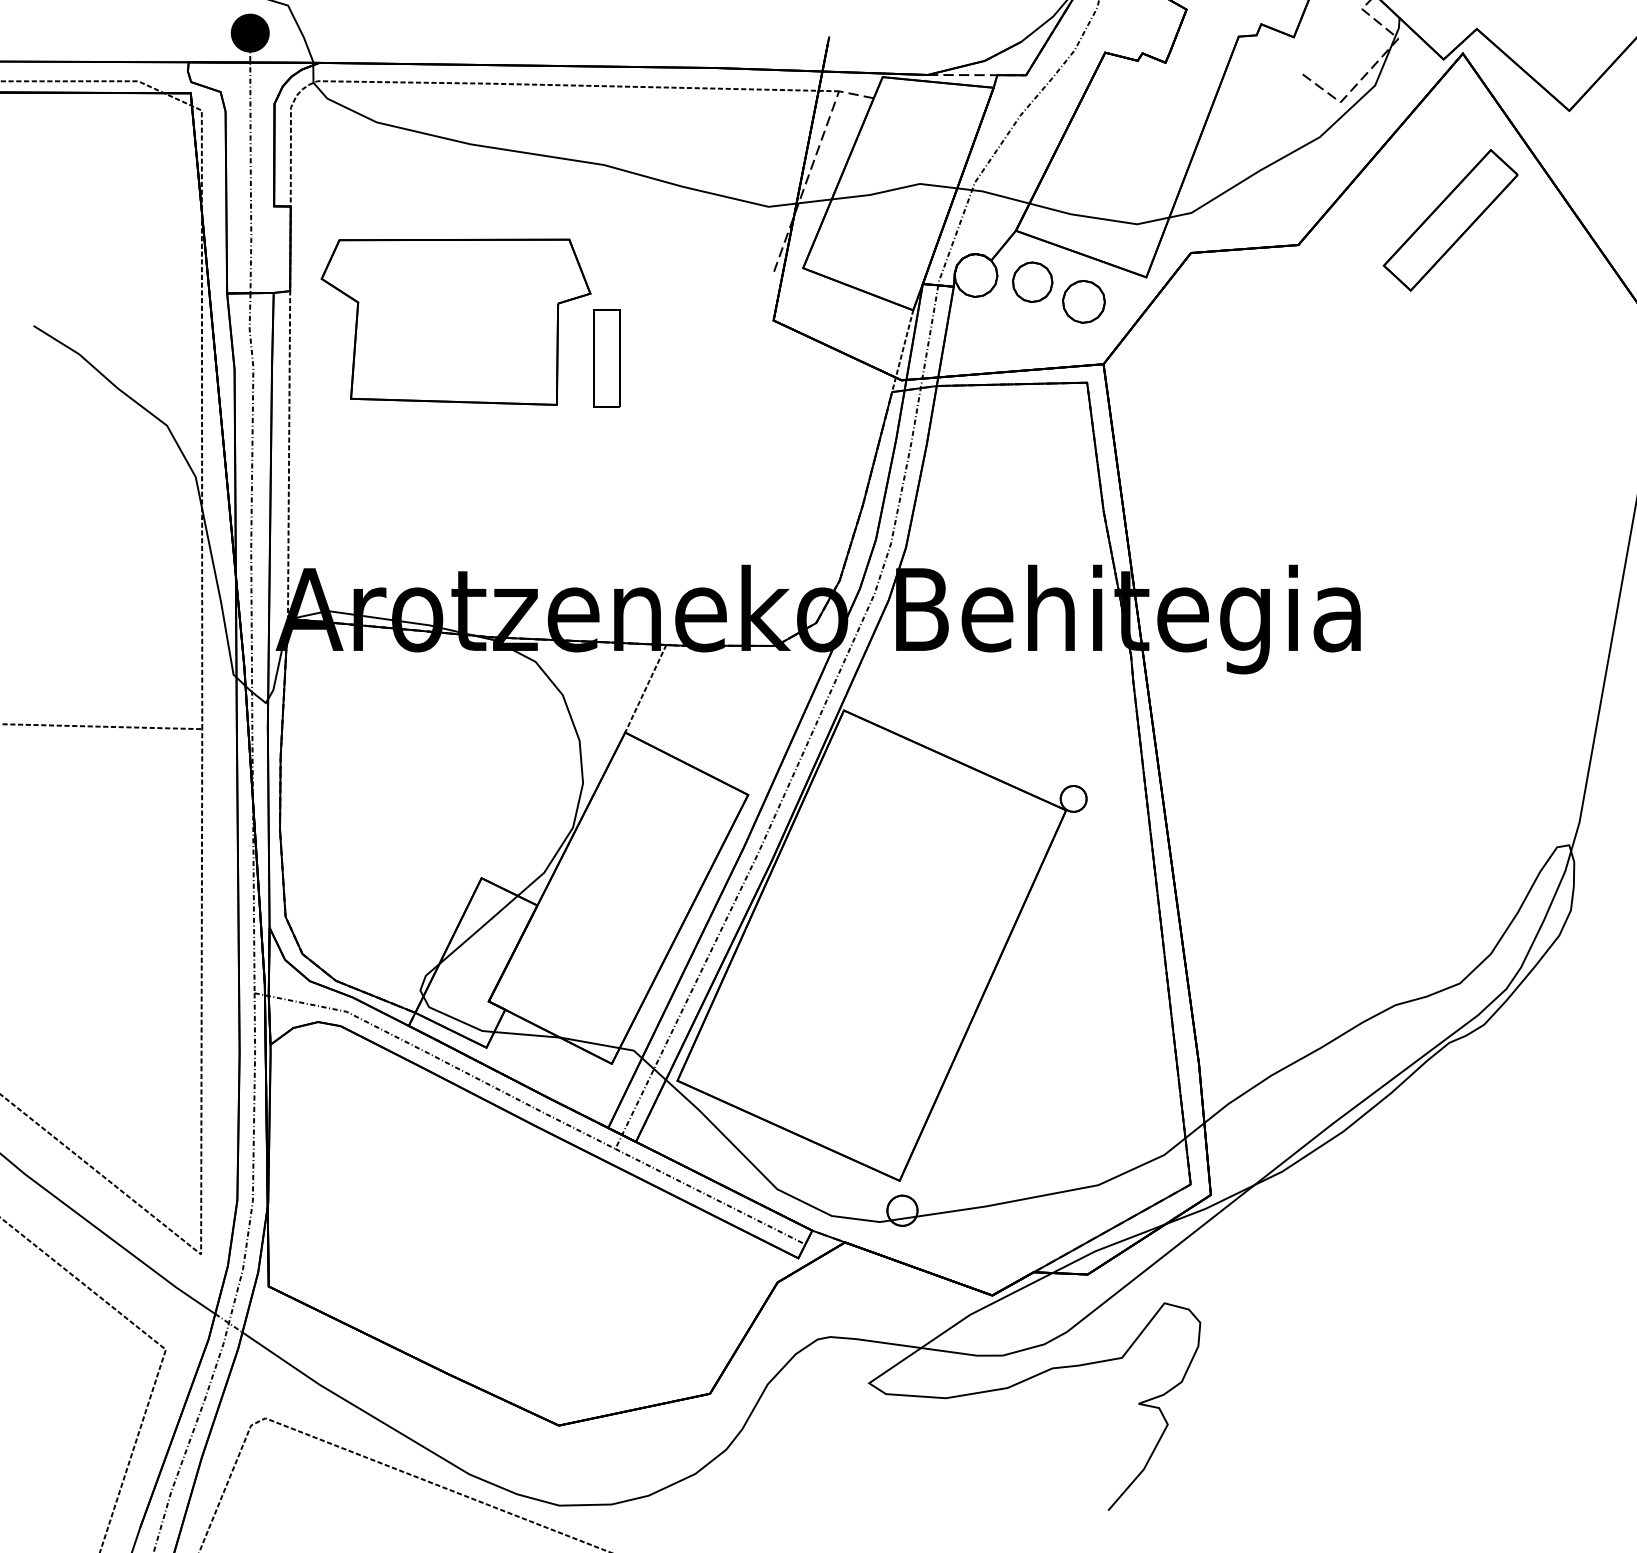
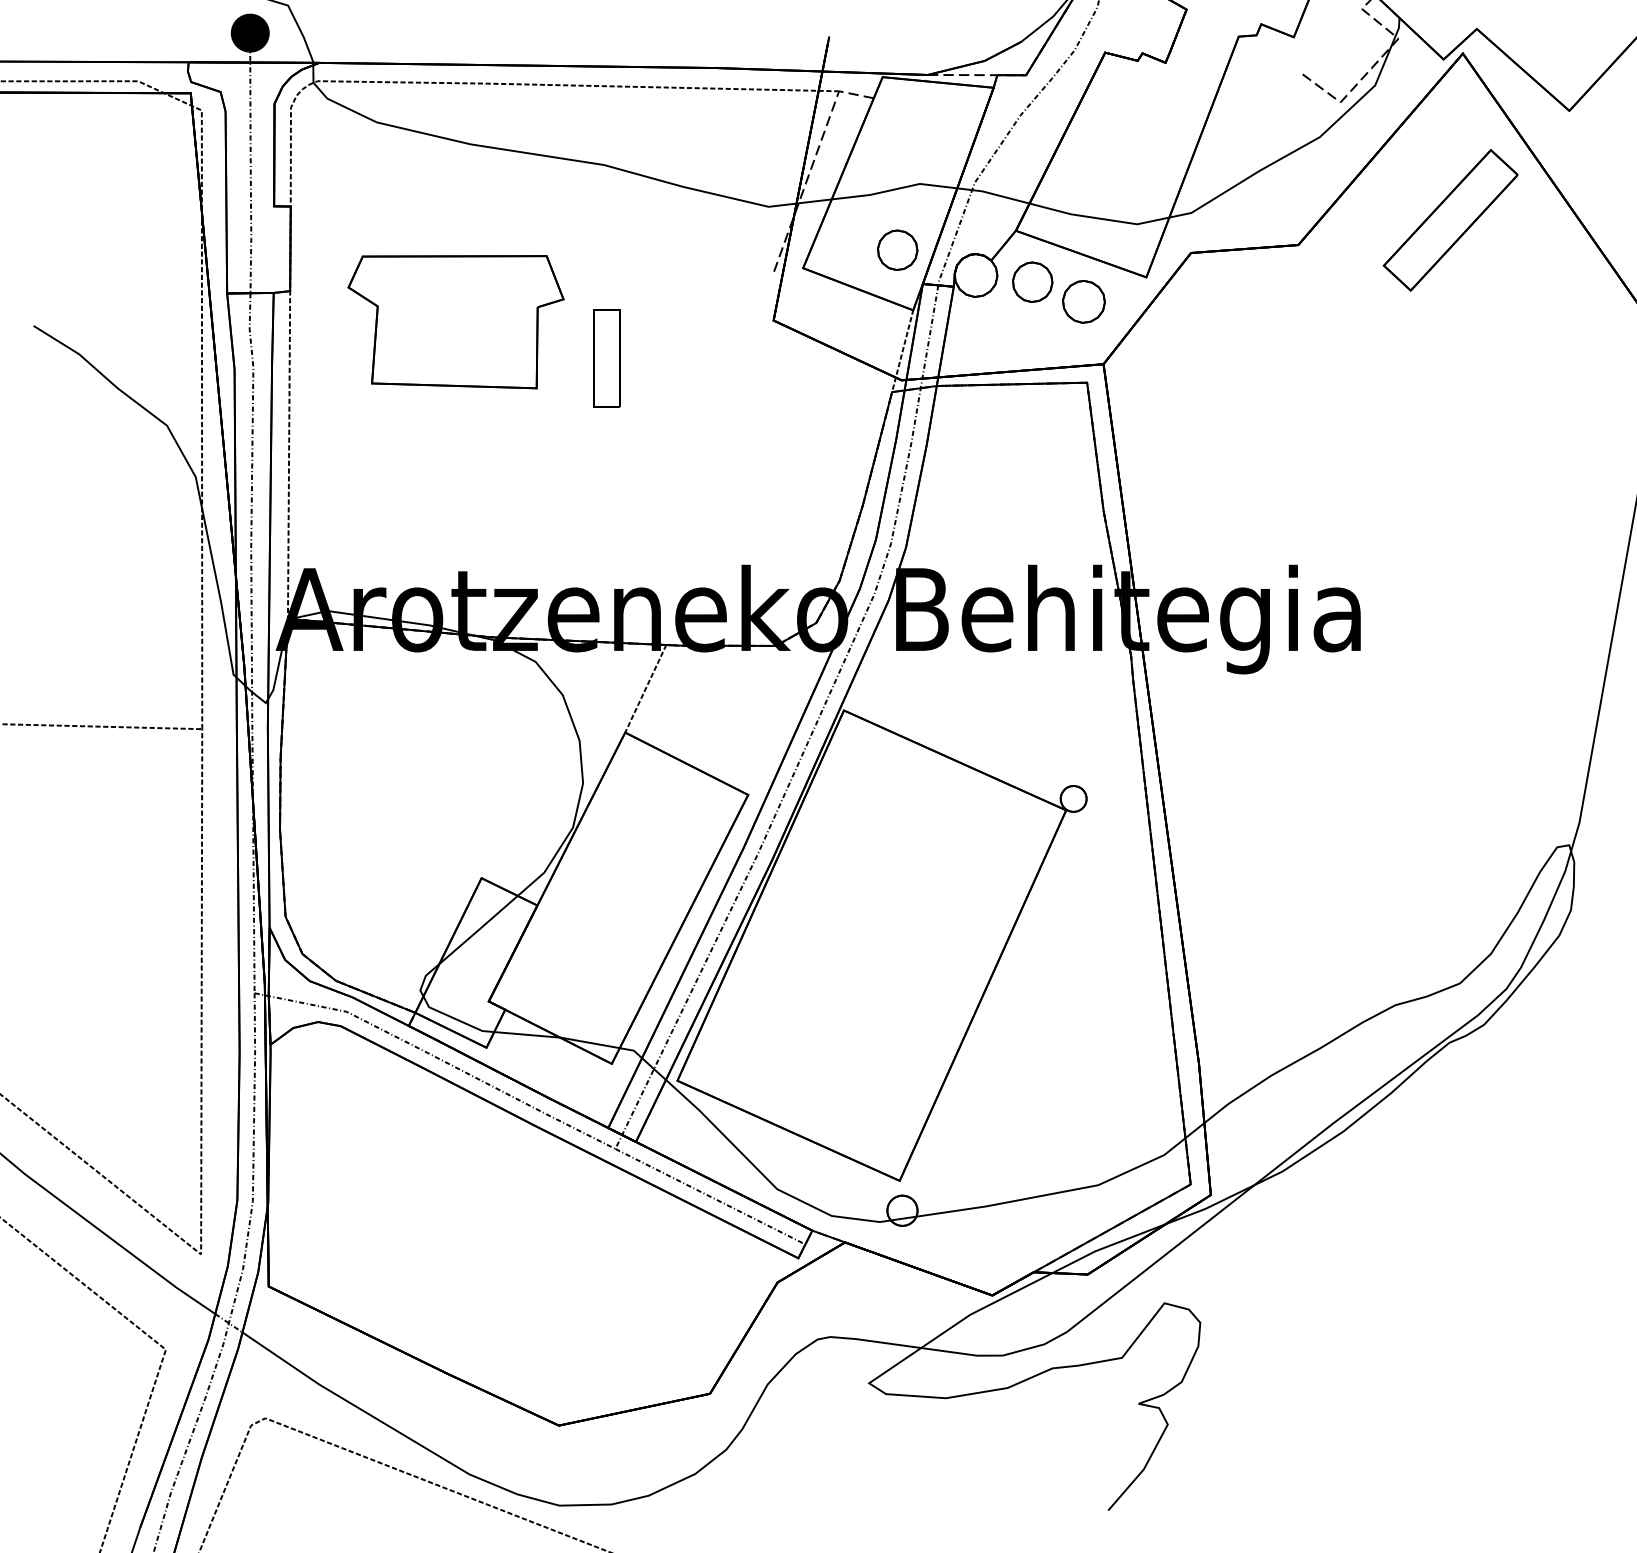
part at (897, 249): none -> present
part at (455, 321) size: 272x168 px -> 218x135 px
